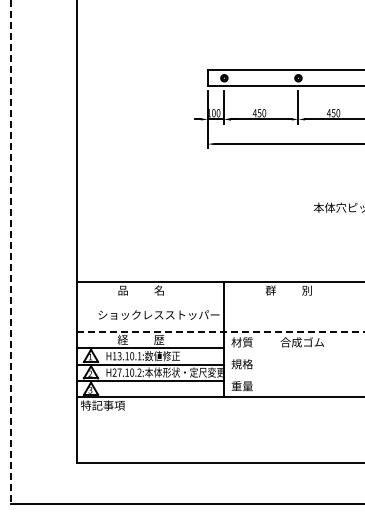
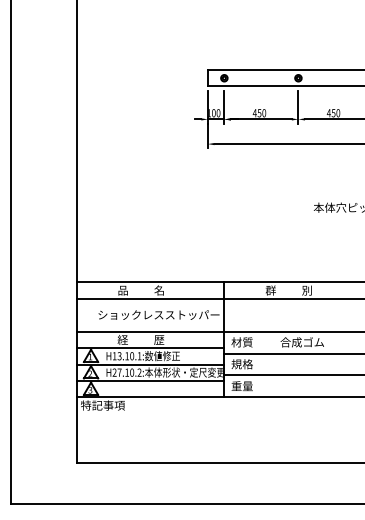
line at (10, 252): dashed -> solid
line at (218, 298): none -> present
line at (220, 331): dashed -> solid
line at (292, 353): none -> present
line at (292, 375): none -> present
